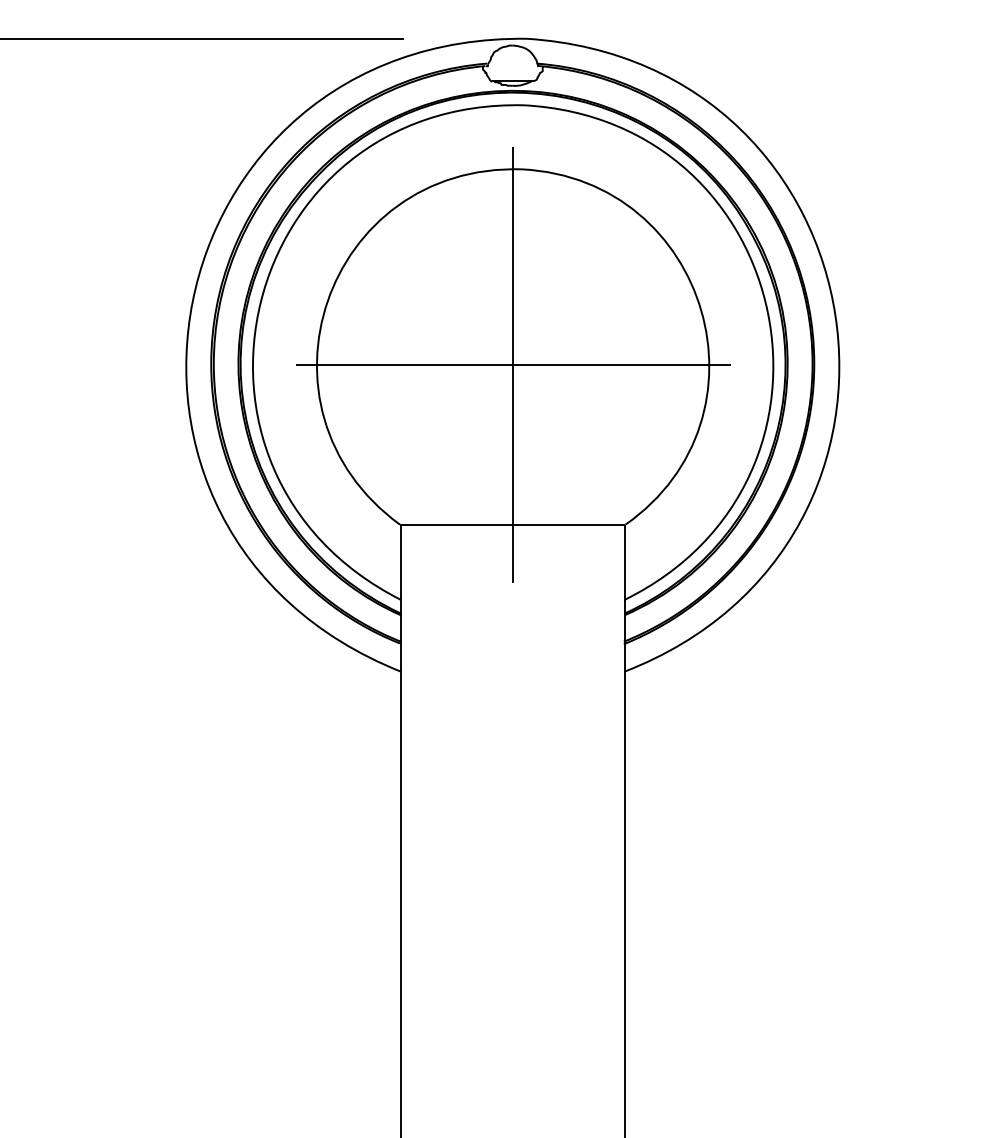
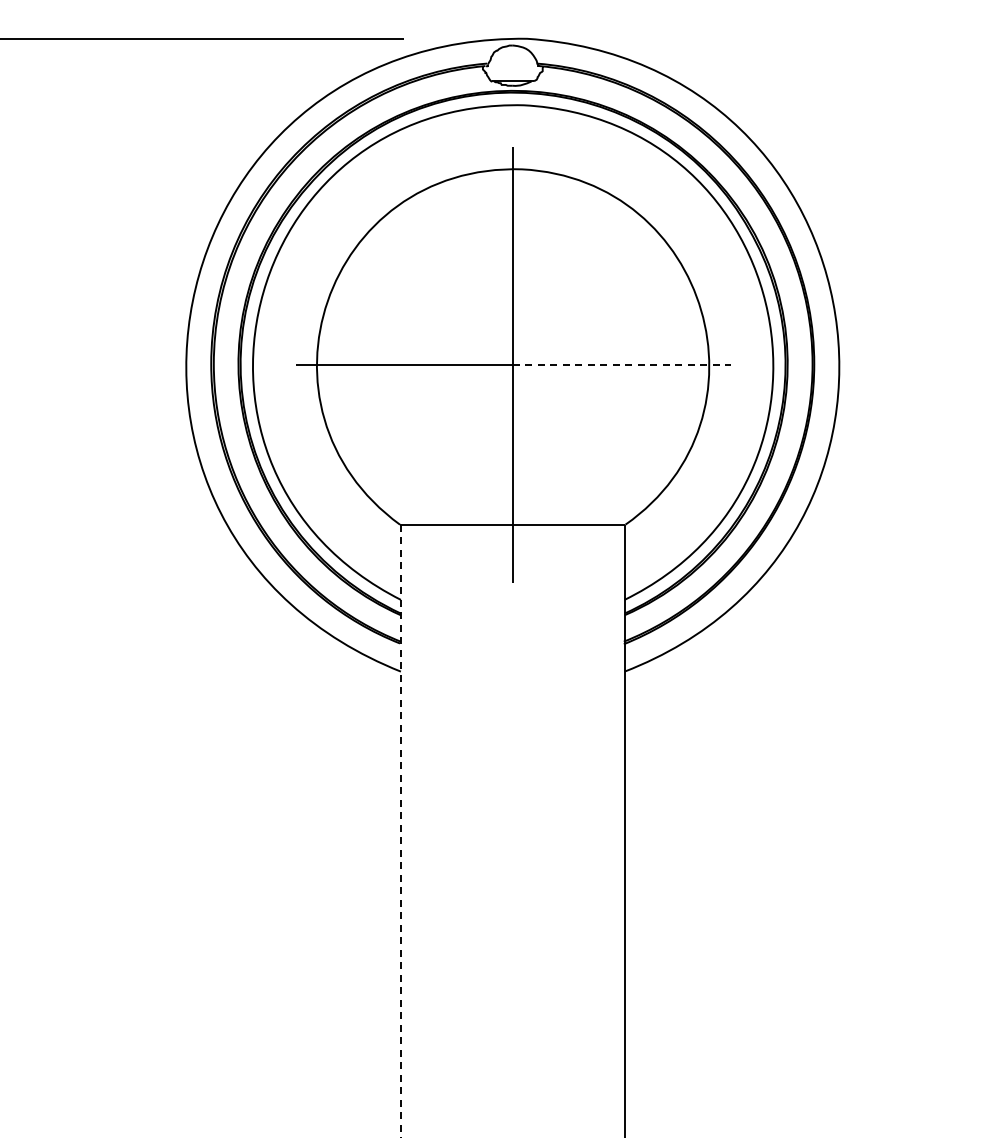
line at (622, 365): solid -> dashed
line at (400, 830): solid -> dashed
